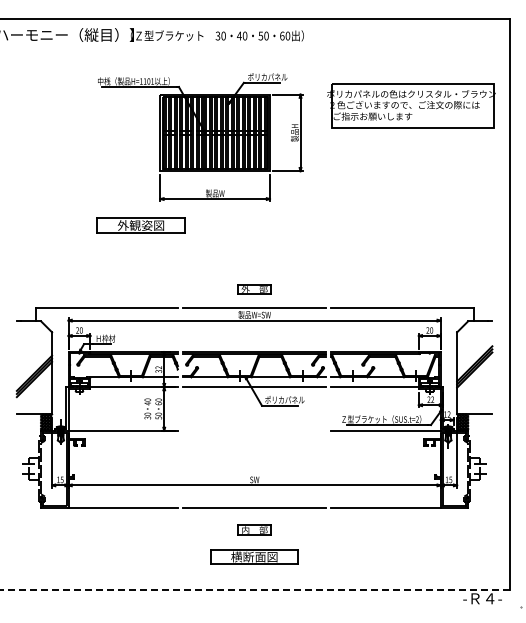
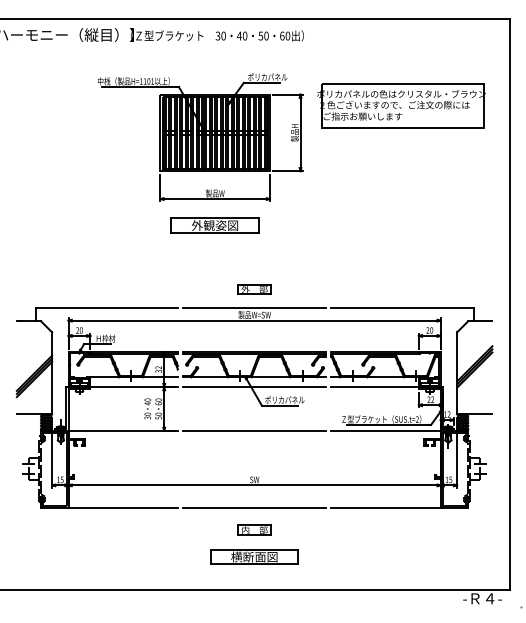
part at (411, 105) position: (411, 105) -> (401, 105)
part at (140, 225) position: (140, 225) -> (214, 225)
line at (254, 430): none -> present
line at (255, 590): dashed -> solid
